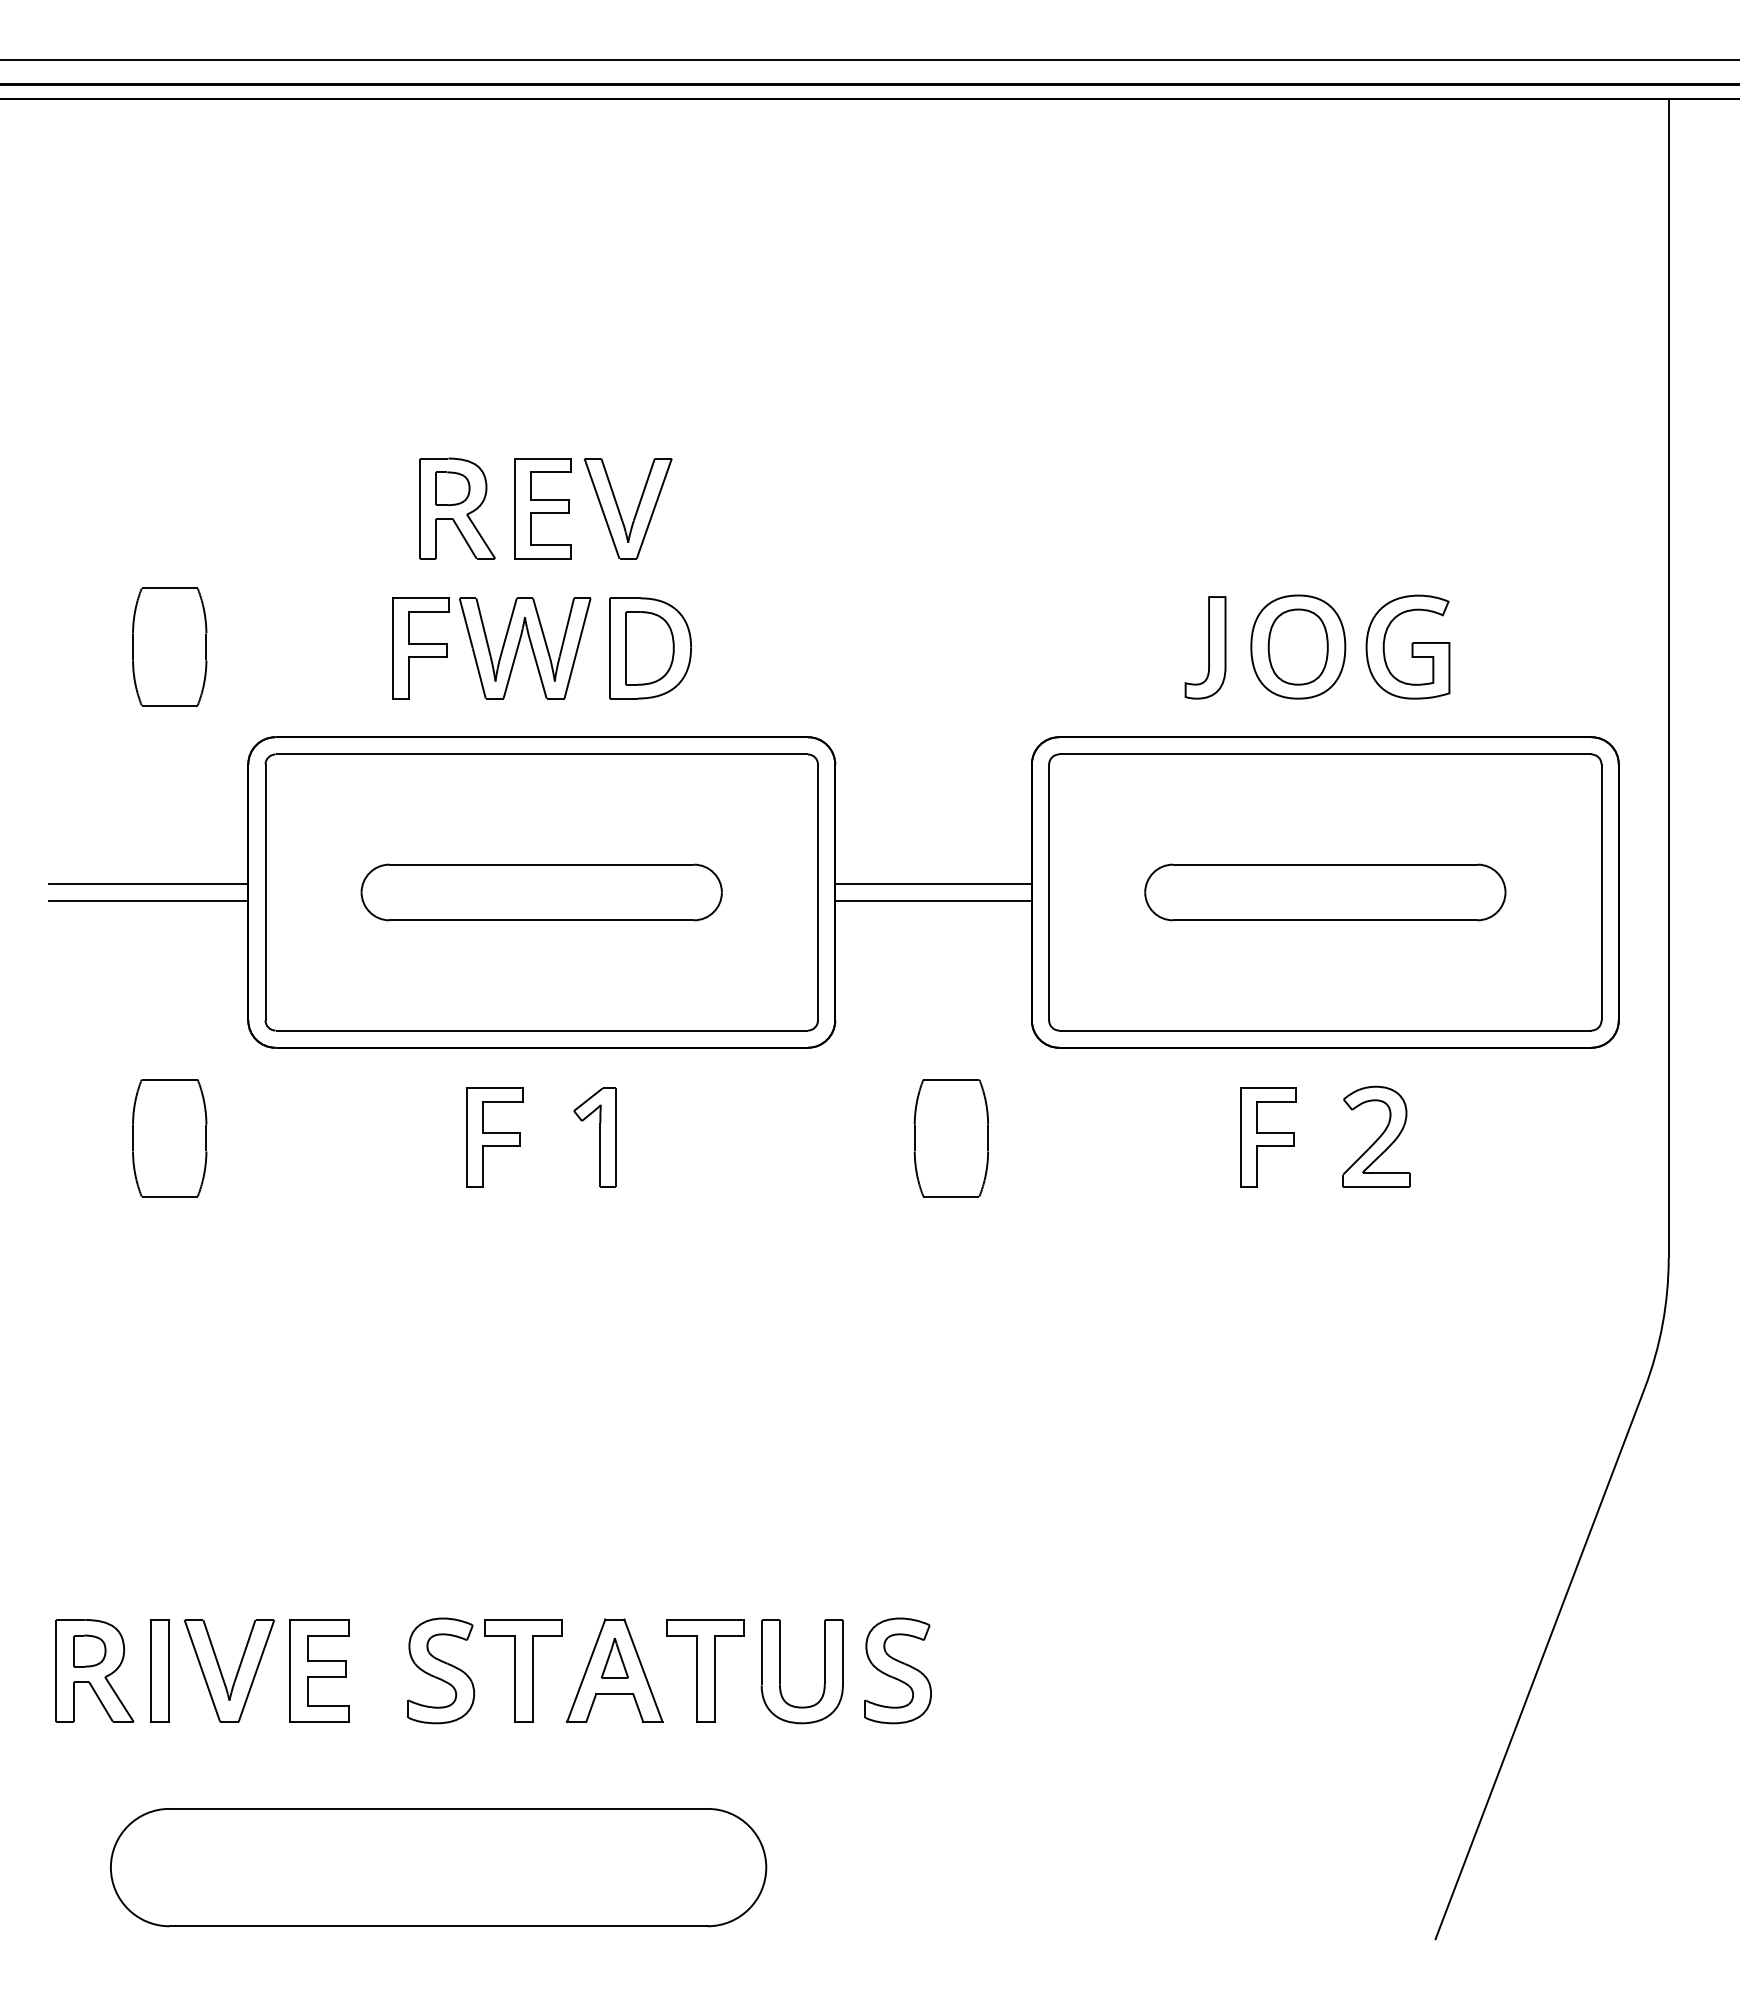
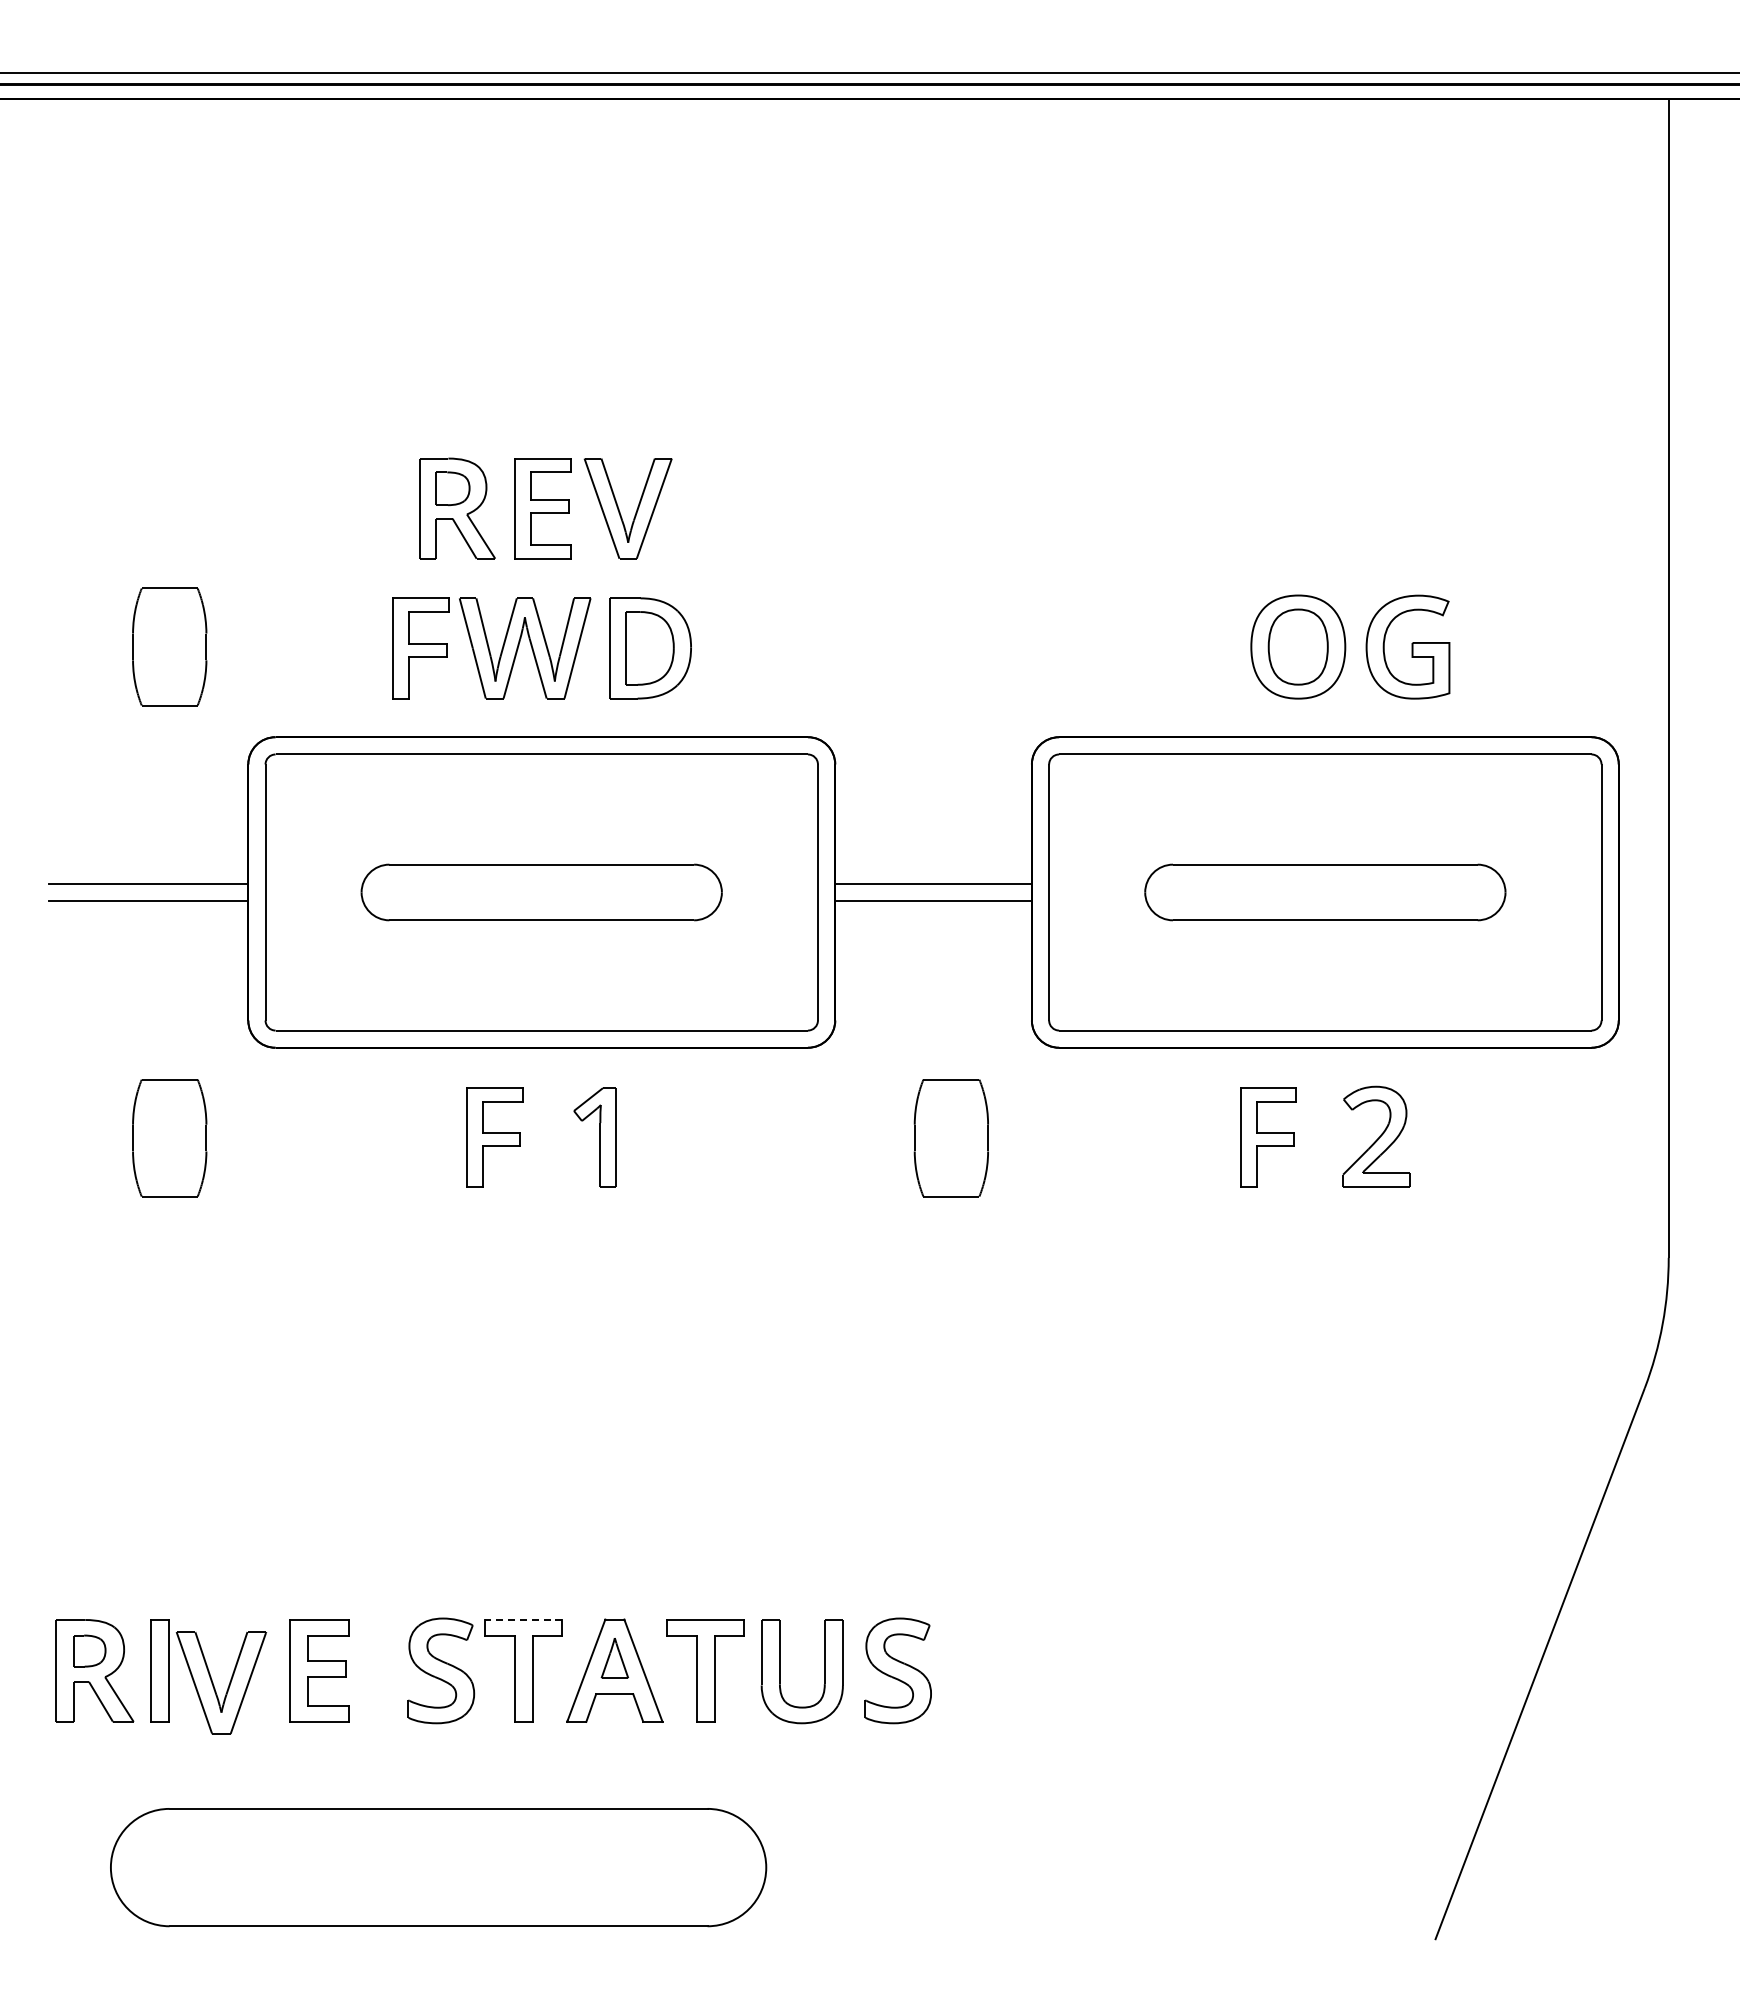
line at (869, 59) position: (869, 59) -> (869, 72)
part at (1205, 647): present -> none
line at (523, 1620): solid -> dashed
part at (236, 1672) position: (236, 1672) -> (228, 1684)
